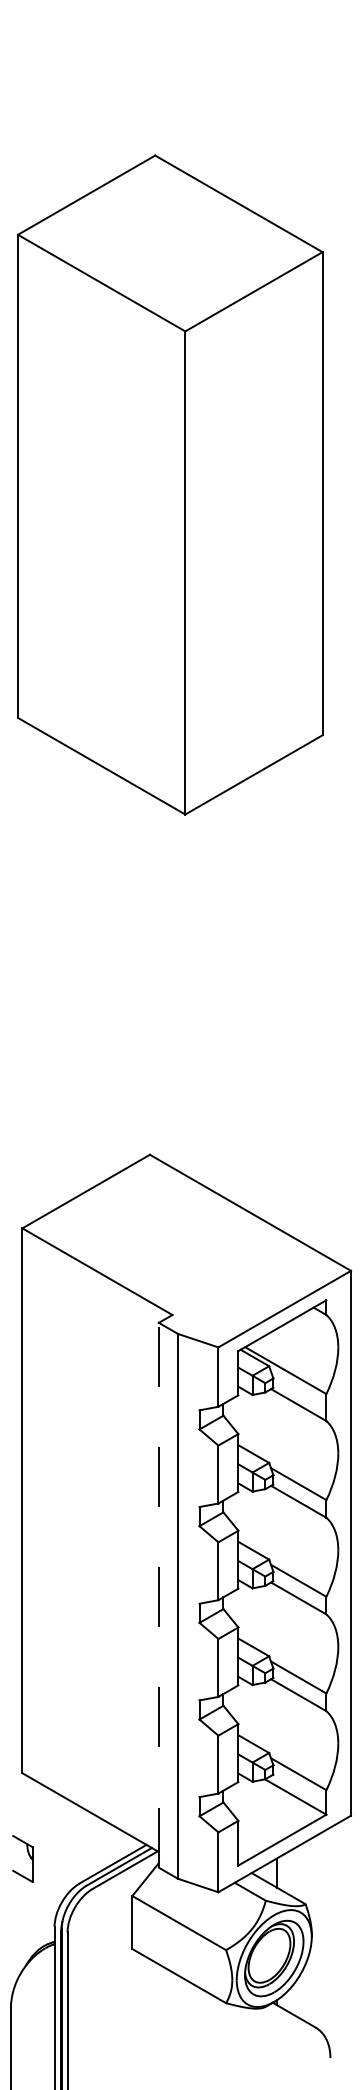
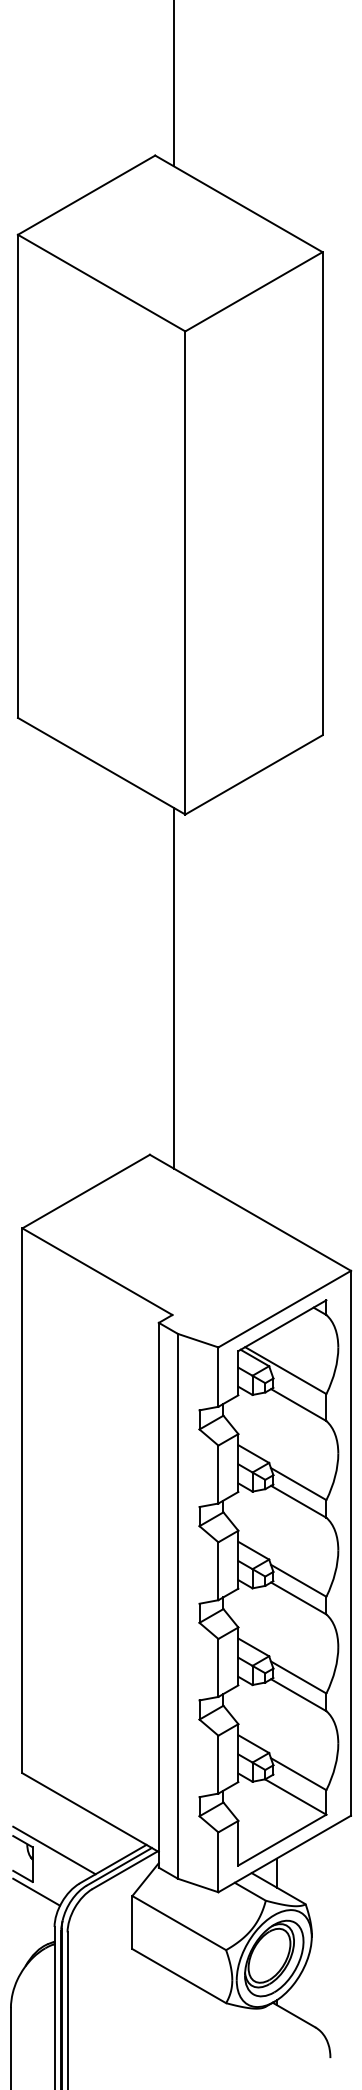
line at (173, 84): none -> present
line at (173, 987): none -> present
line at (158, 1594): dashed -> solid
line at (54, 1850): none -> present
line at (36, 1891): none -> present
